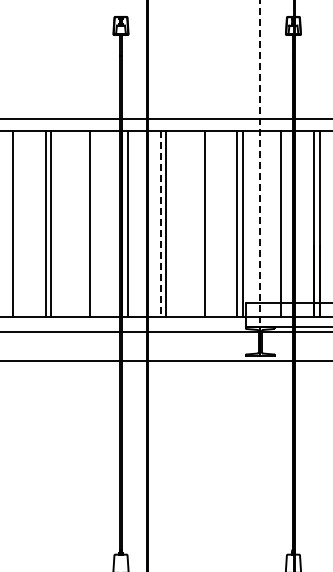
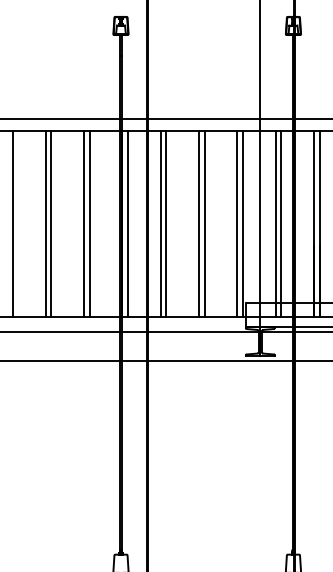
line at (260, 178): dashed -> solid
line at (83, 223): none -> present
line at (160, 223): dashed -> solid
line at (198, 223): none -> present
line at (275, 223): none -> present
